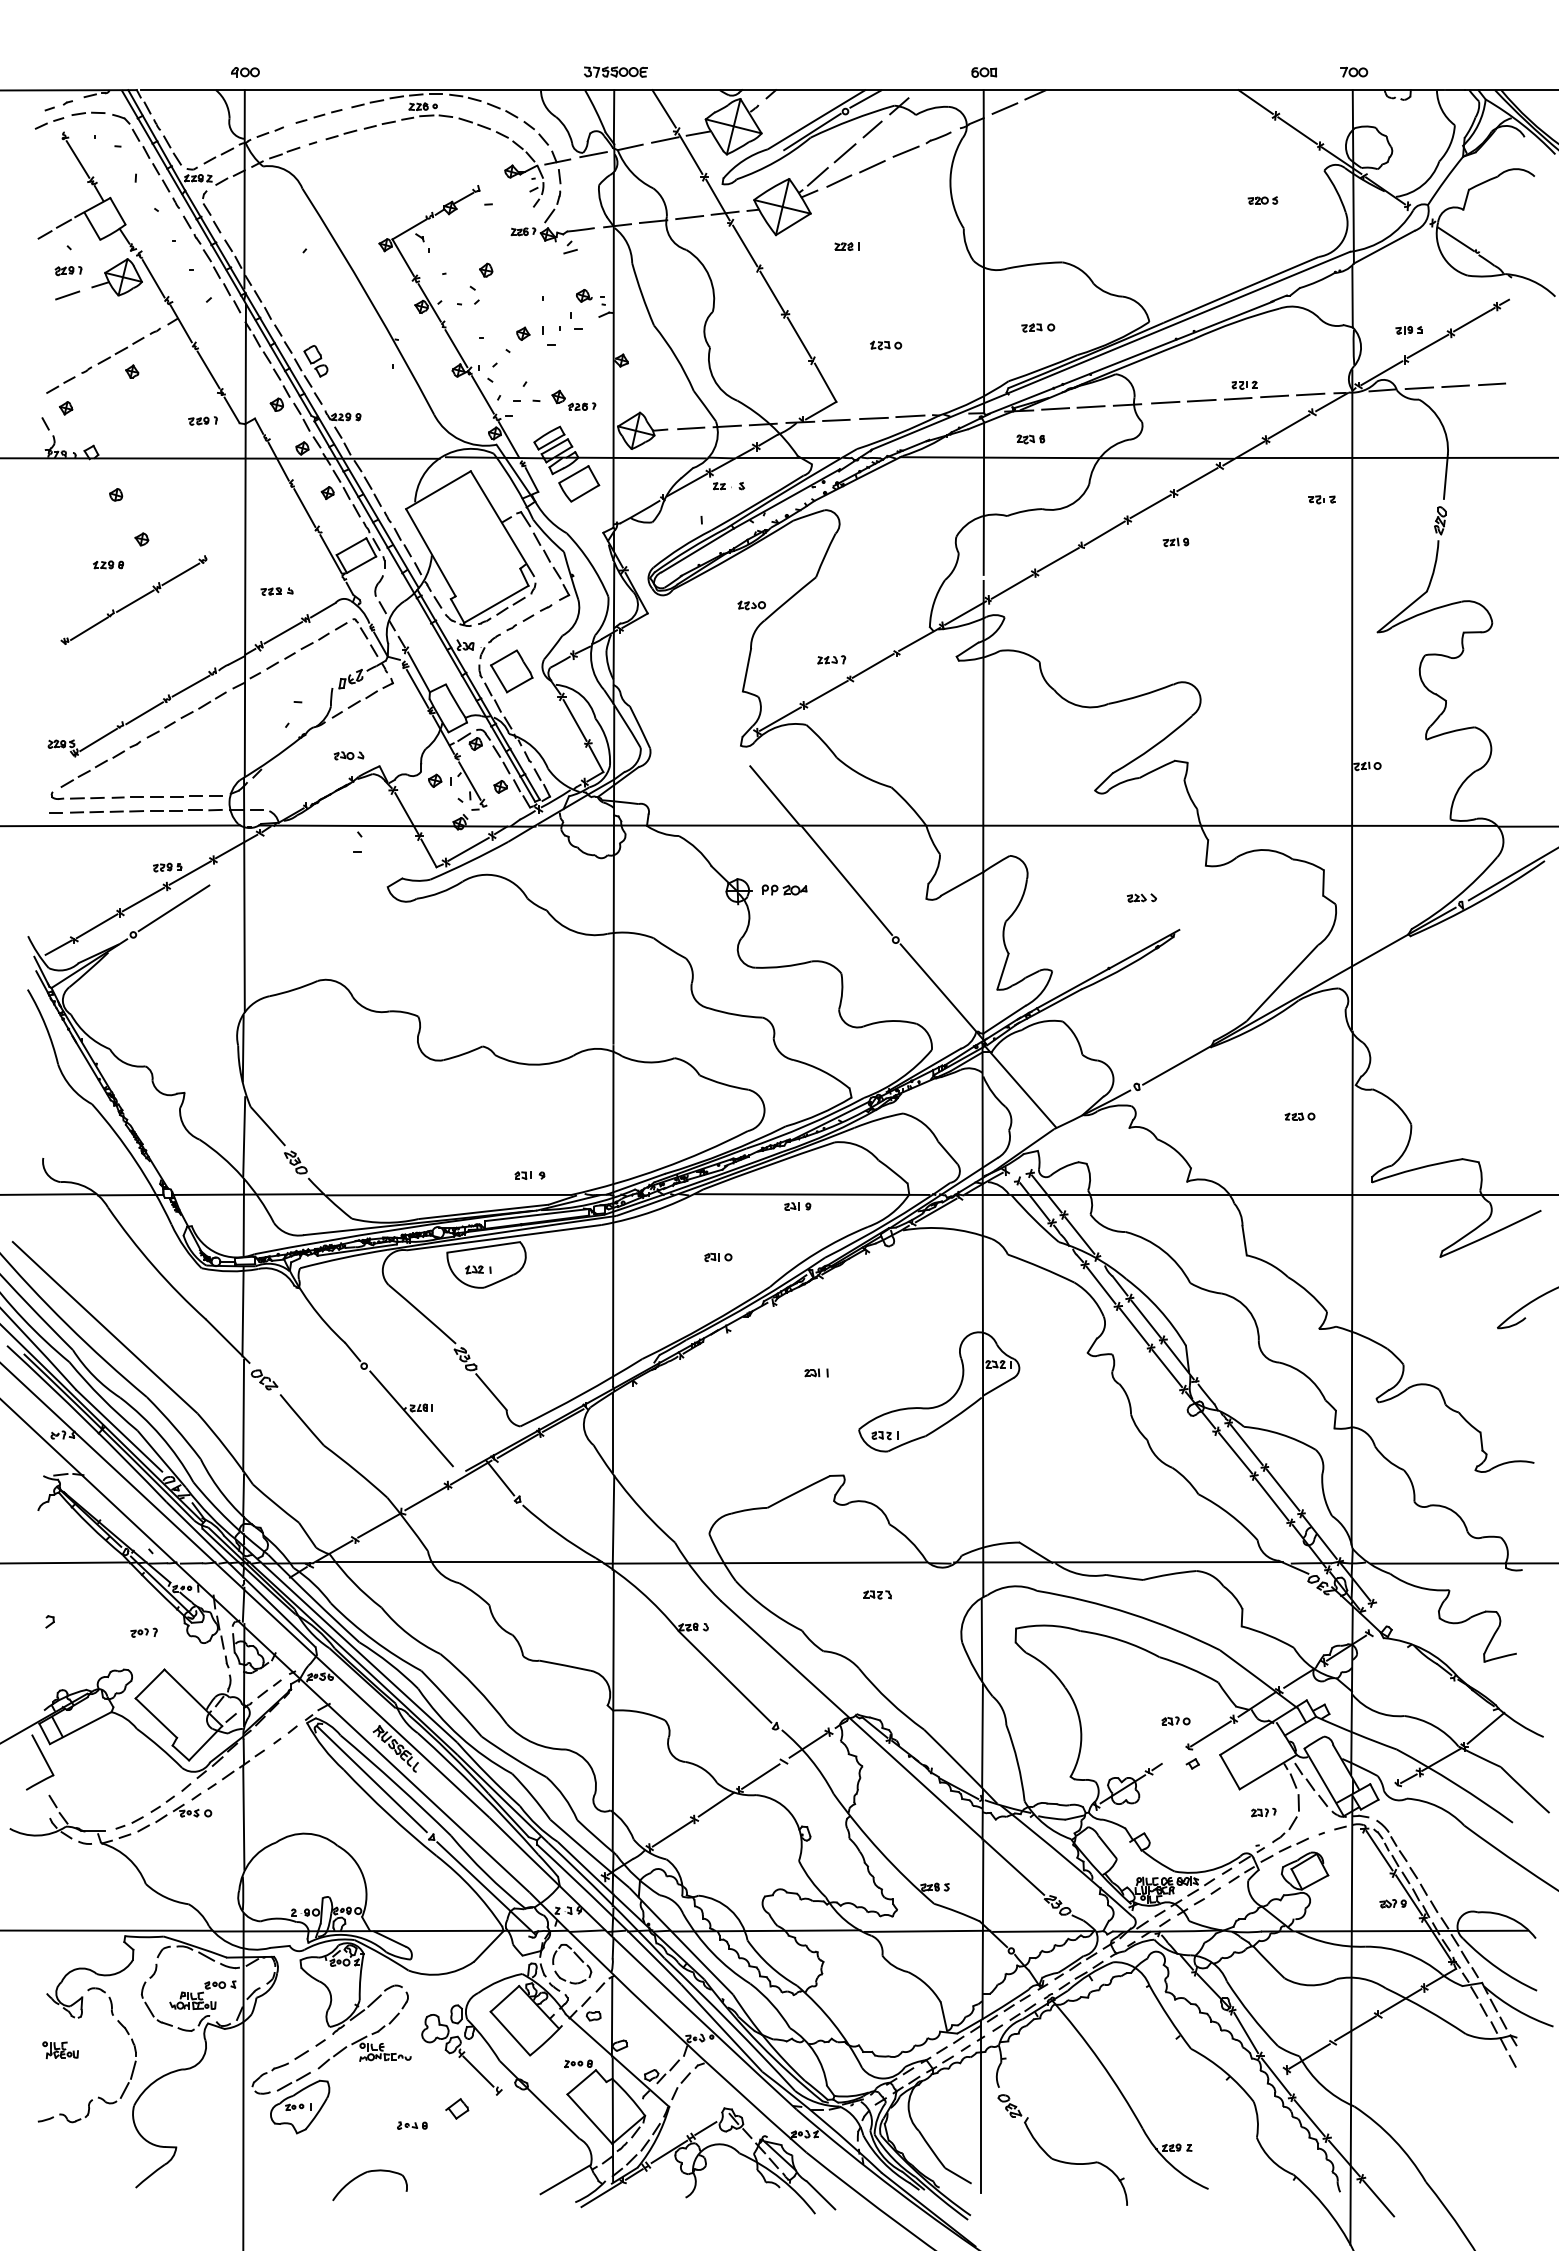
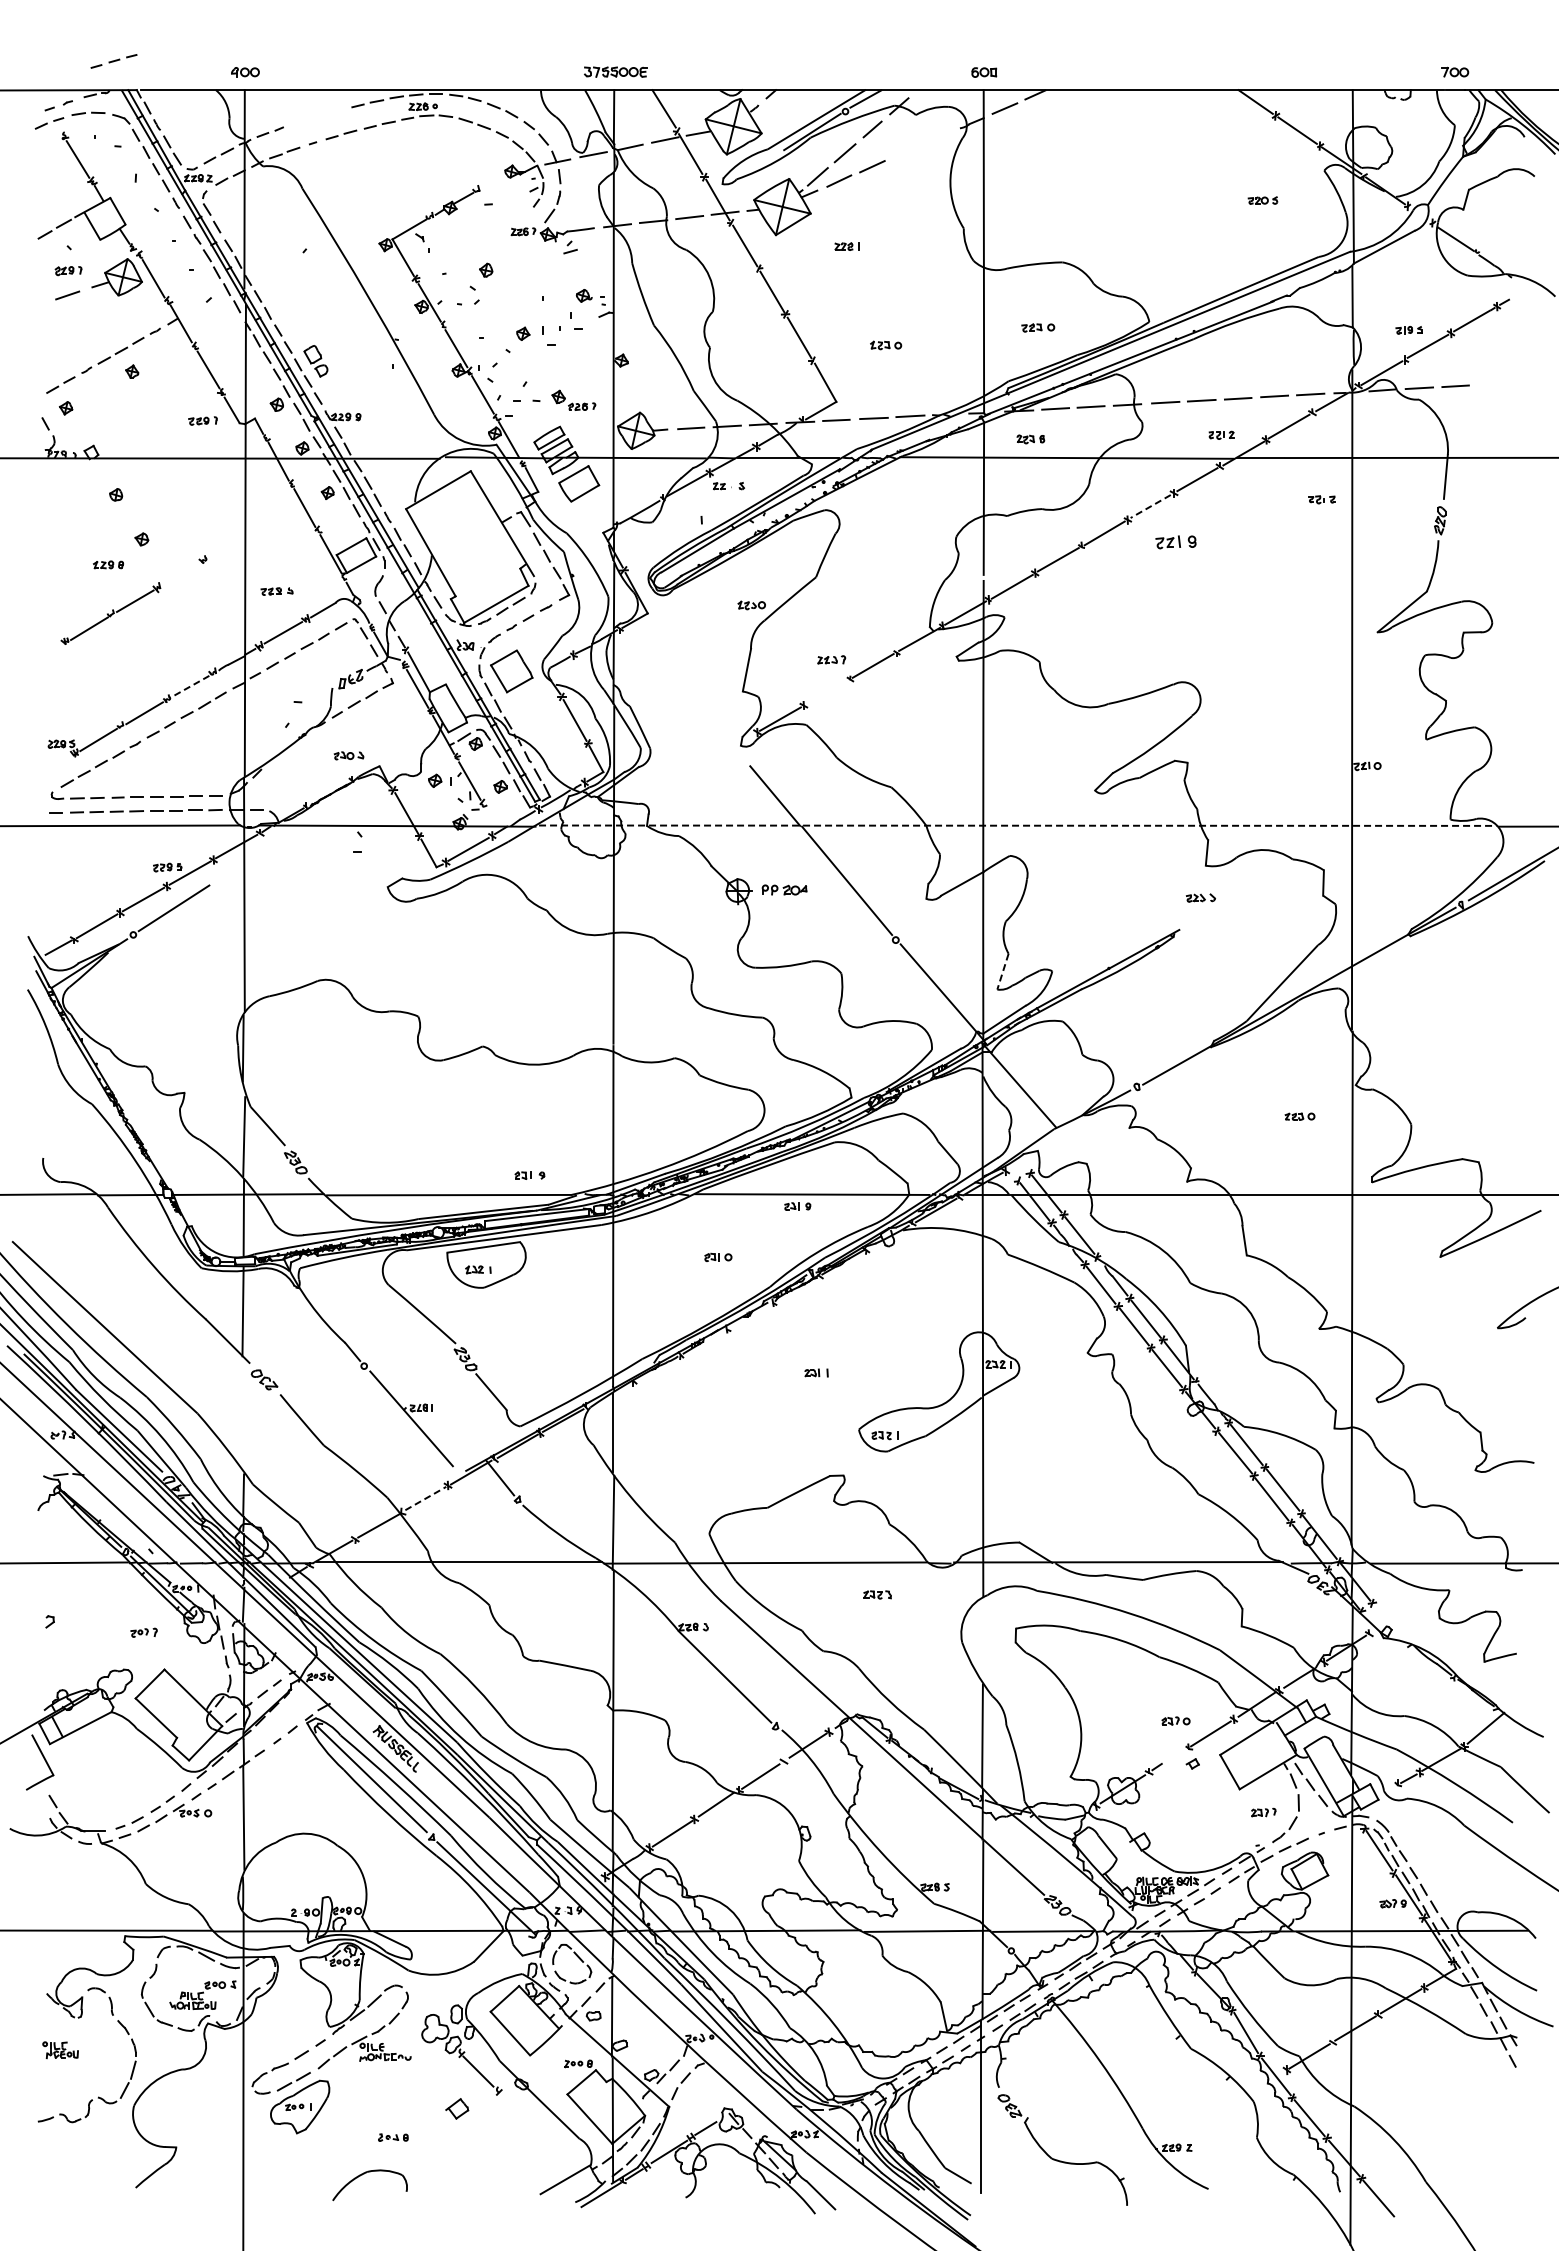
part at (1354, 71) position: (1354, 71) -> (1455, 71)
part at (318, 116) position: (318, 116) -> (113, 61)
part at (921, 144): present -> none
line at (1491, 383): present -> none
part at (1244, 384) position: (1244, 384) -> (1221, 434)
line at (1150, 506): solid -> dashed
part at (1175, 542) size: 28x11 px -> 42x15 px
line at (180, 574): present -> none
line at (190, 686): solid -> dashed
line at (826, 692): present -> none
line at (1017, 825): solid -> dashed
part at (1141, 897) position: (1141, 897) -> (1200, 897)
line at (1002, 971): solid -> dashed
line at (243, 1415): present -> none
line at (425, 1498): solid -> dashed
line at (981, 1640): present -> none
part at (412, 2125) position: (412, 2125) -> (393, 2137)
